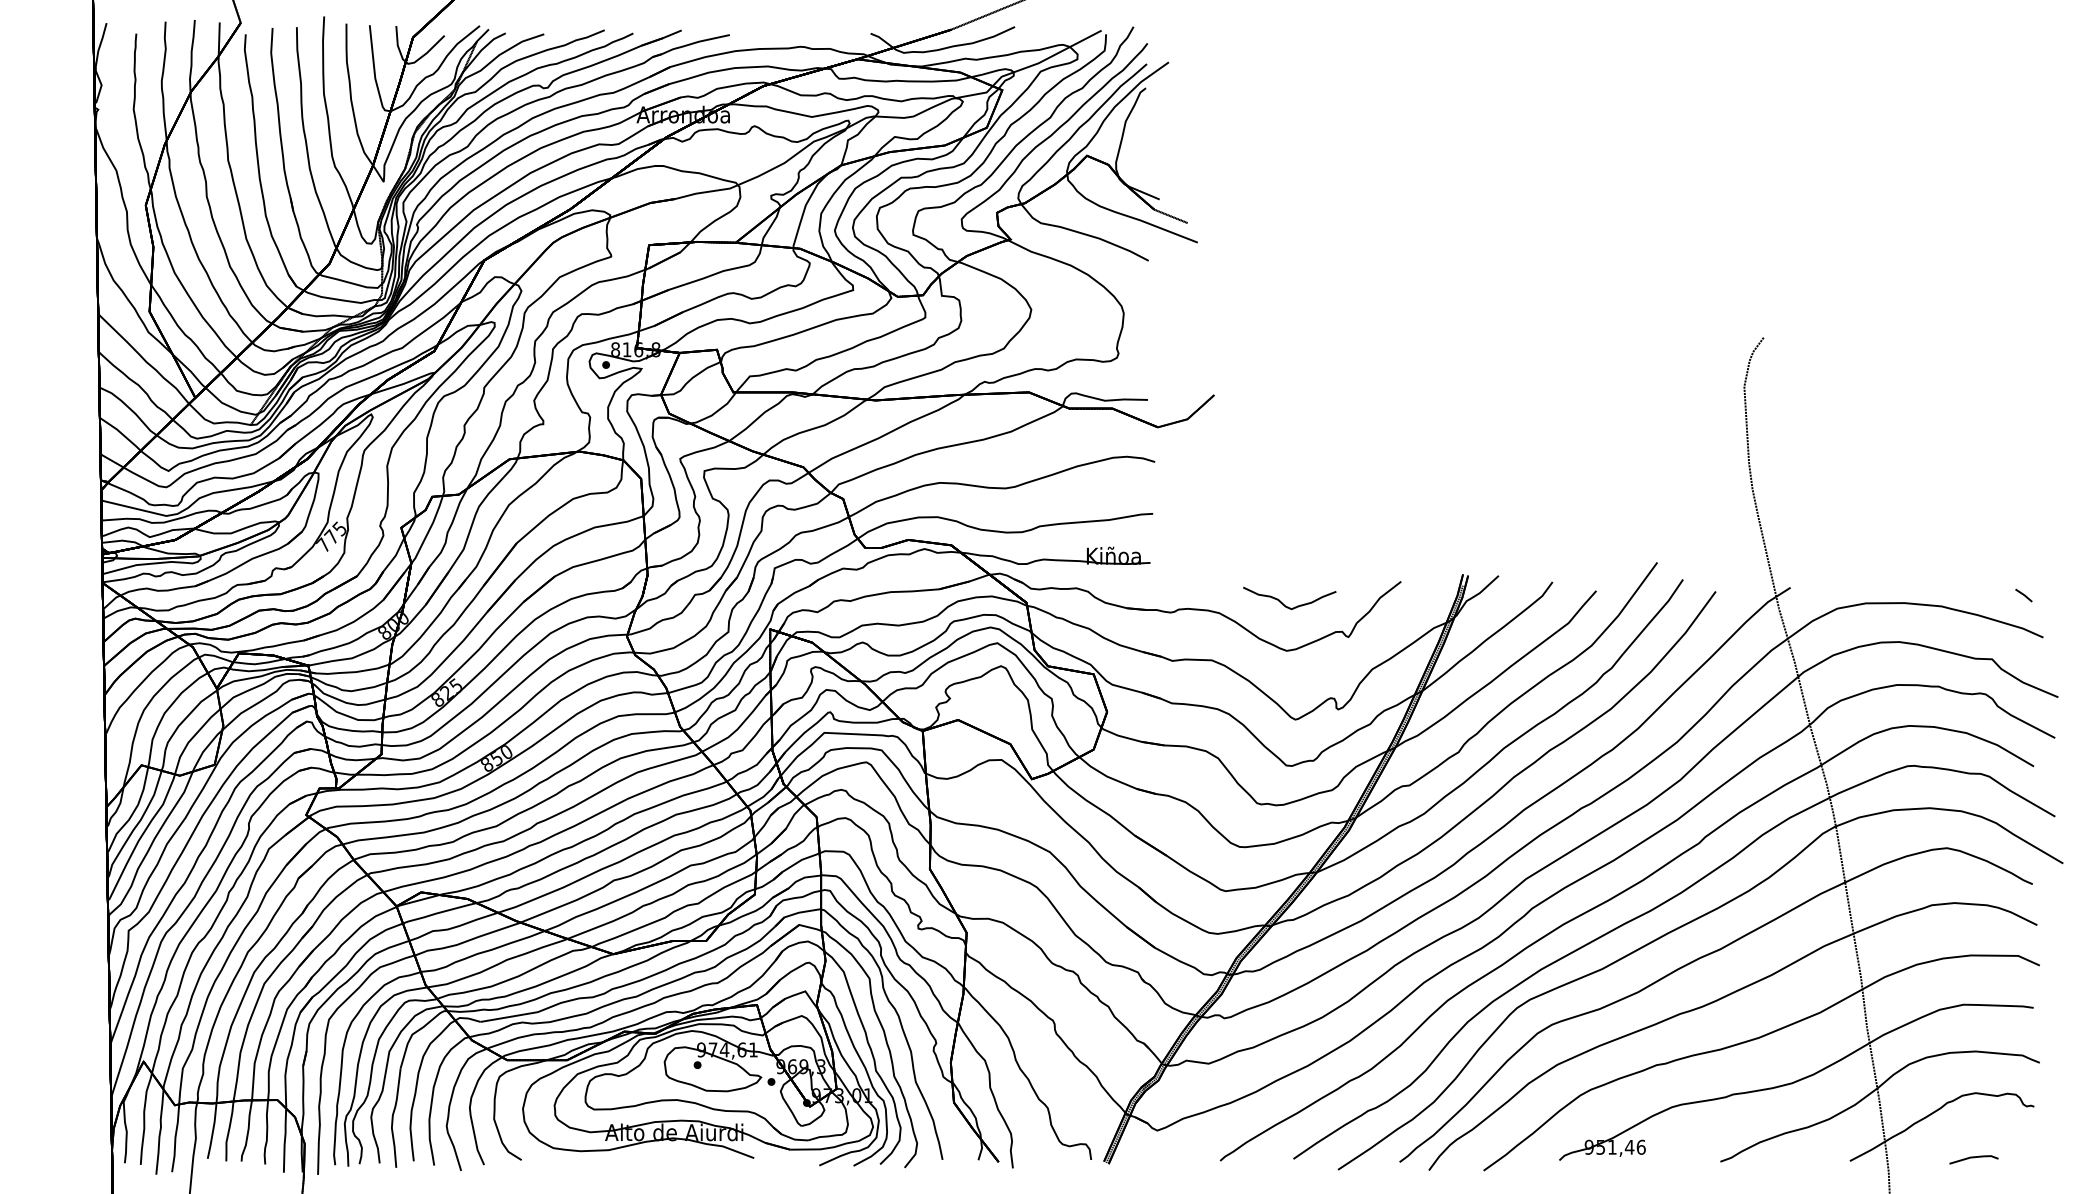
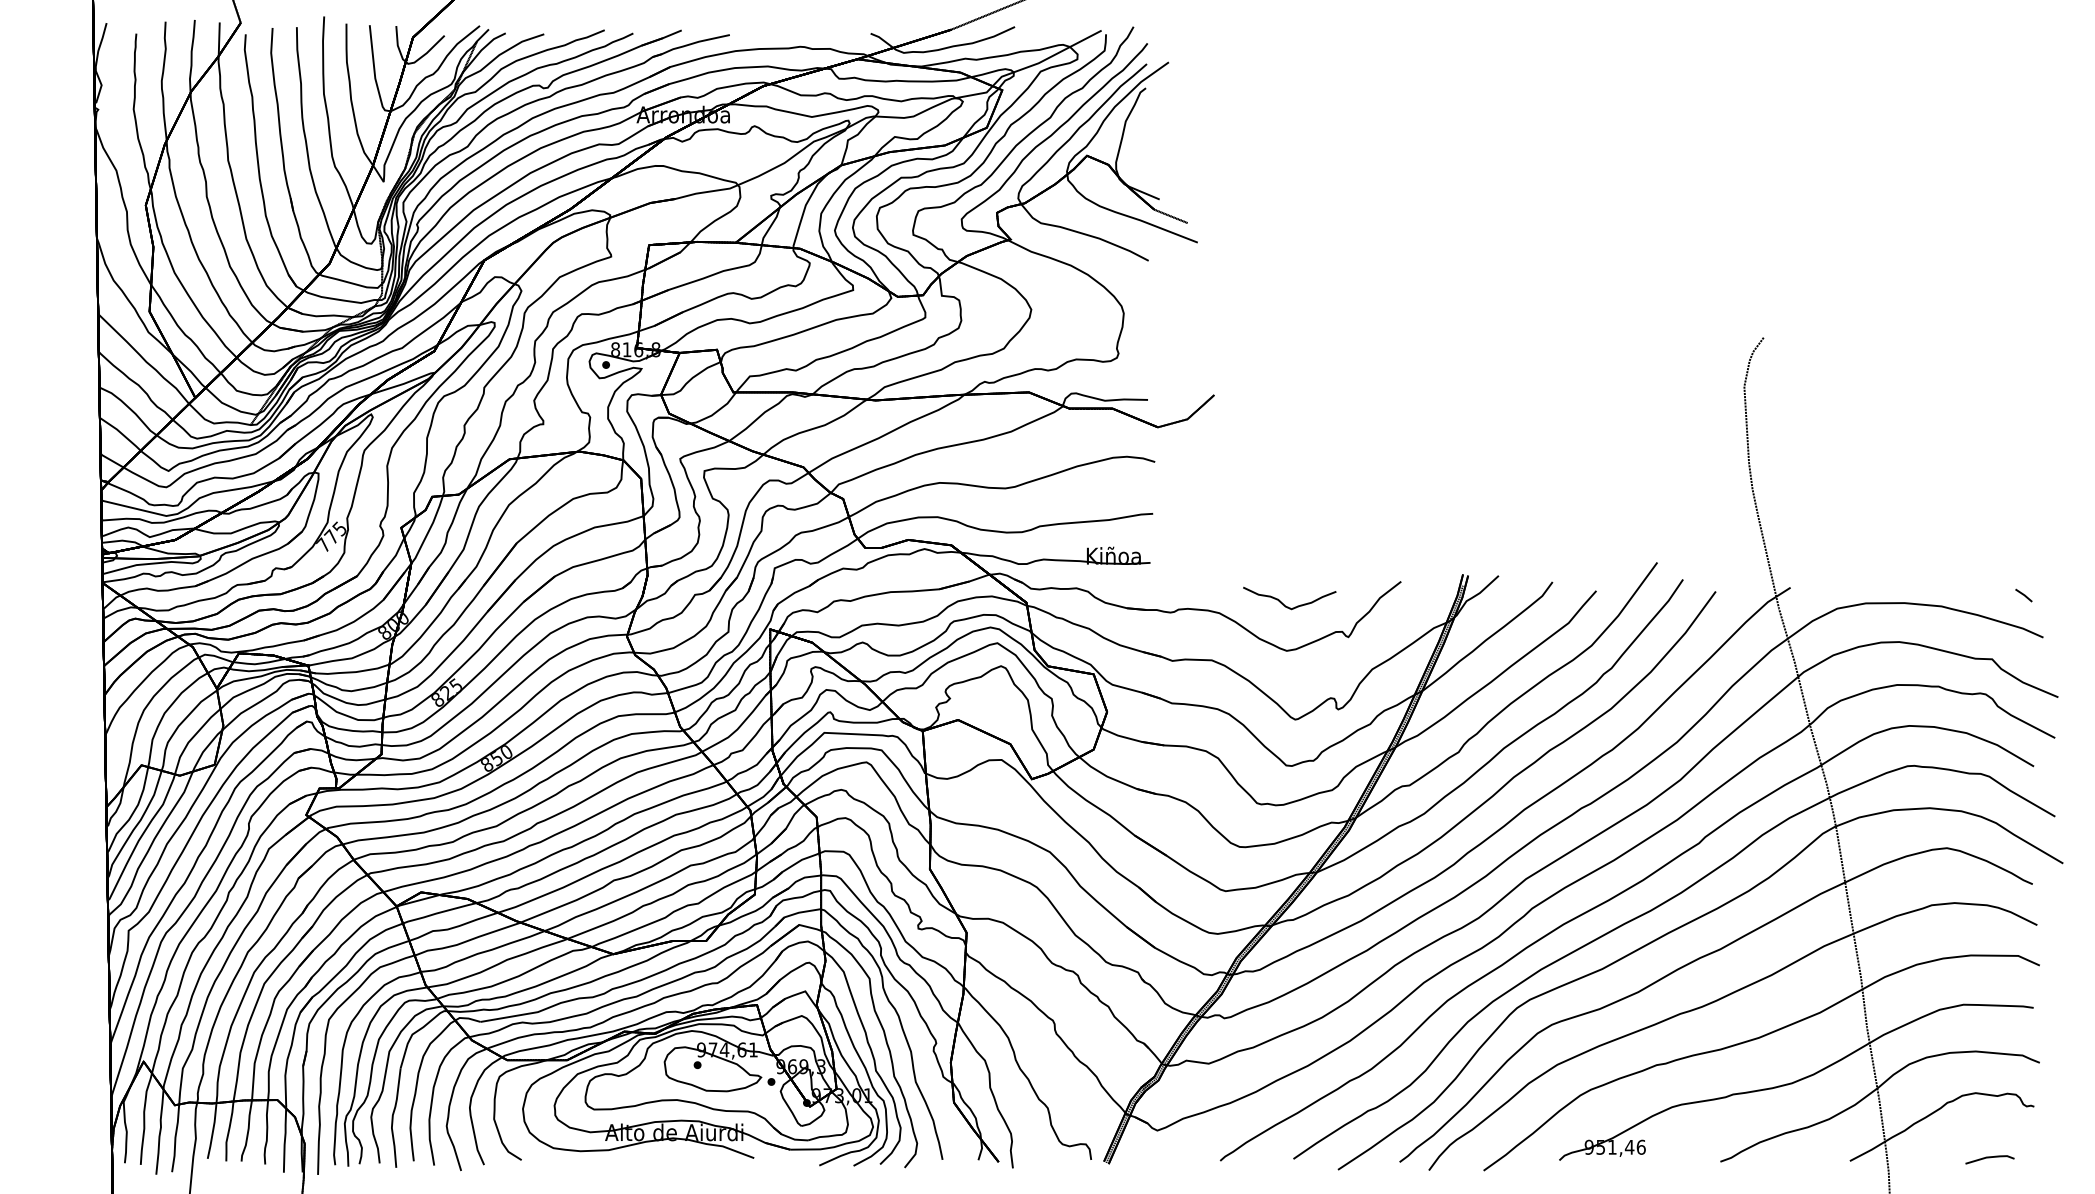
line at (1973, 1158) position: (1973, 1158) -> (1989, 1158)
